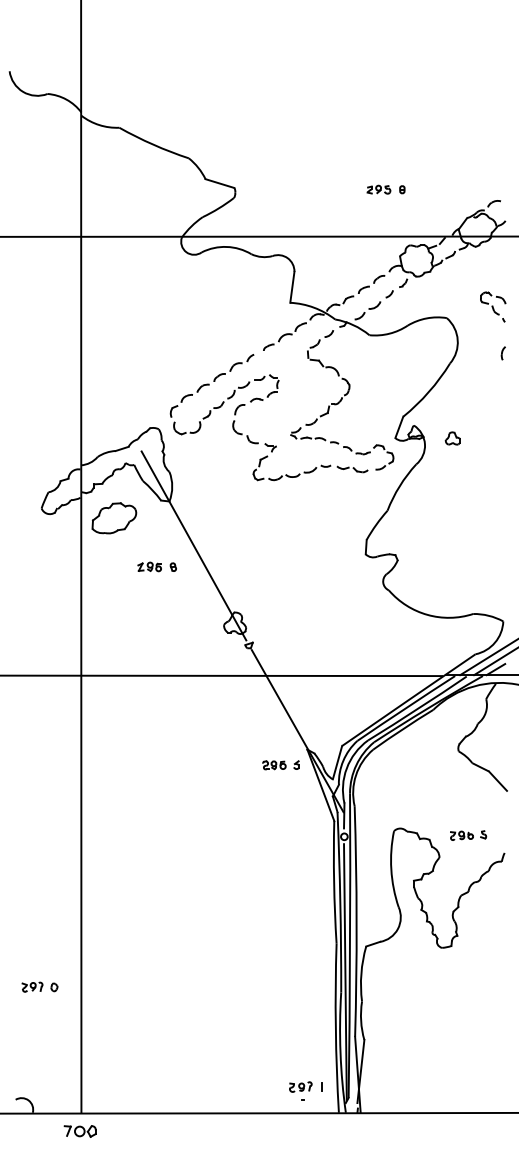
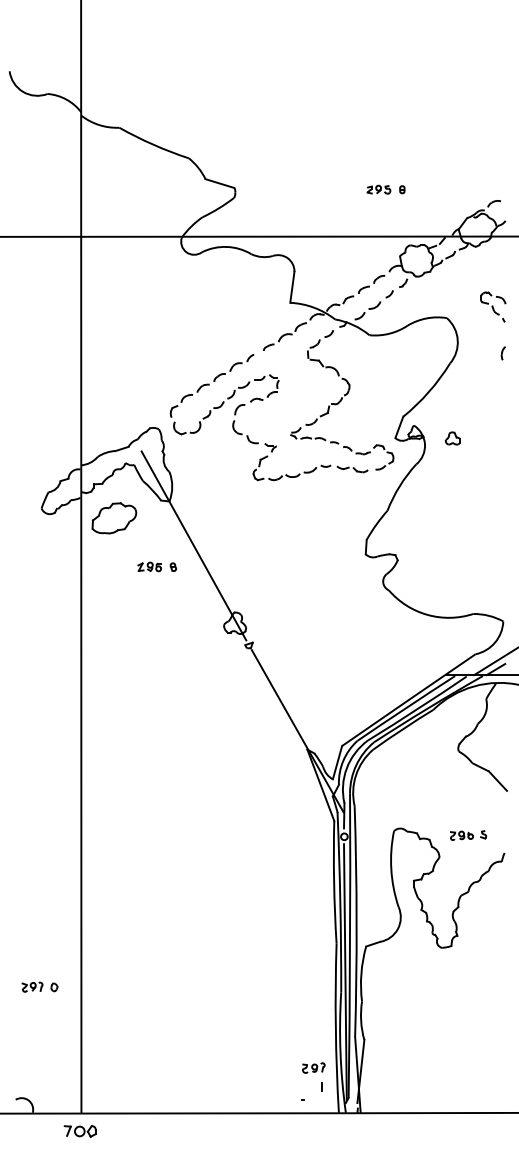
line at (487, 657): present -> none
line at (222, 675): present -> none
part at (280, 765): present -> none
part at (300, 1086) position: (300, 1086) -> (313, 1067)
